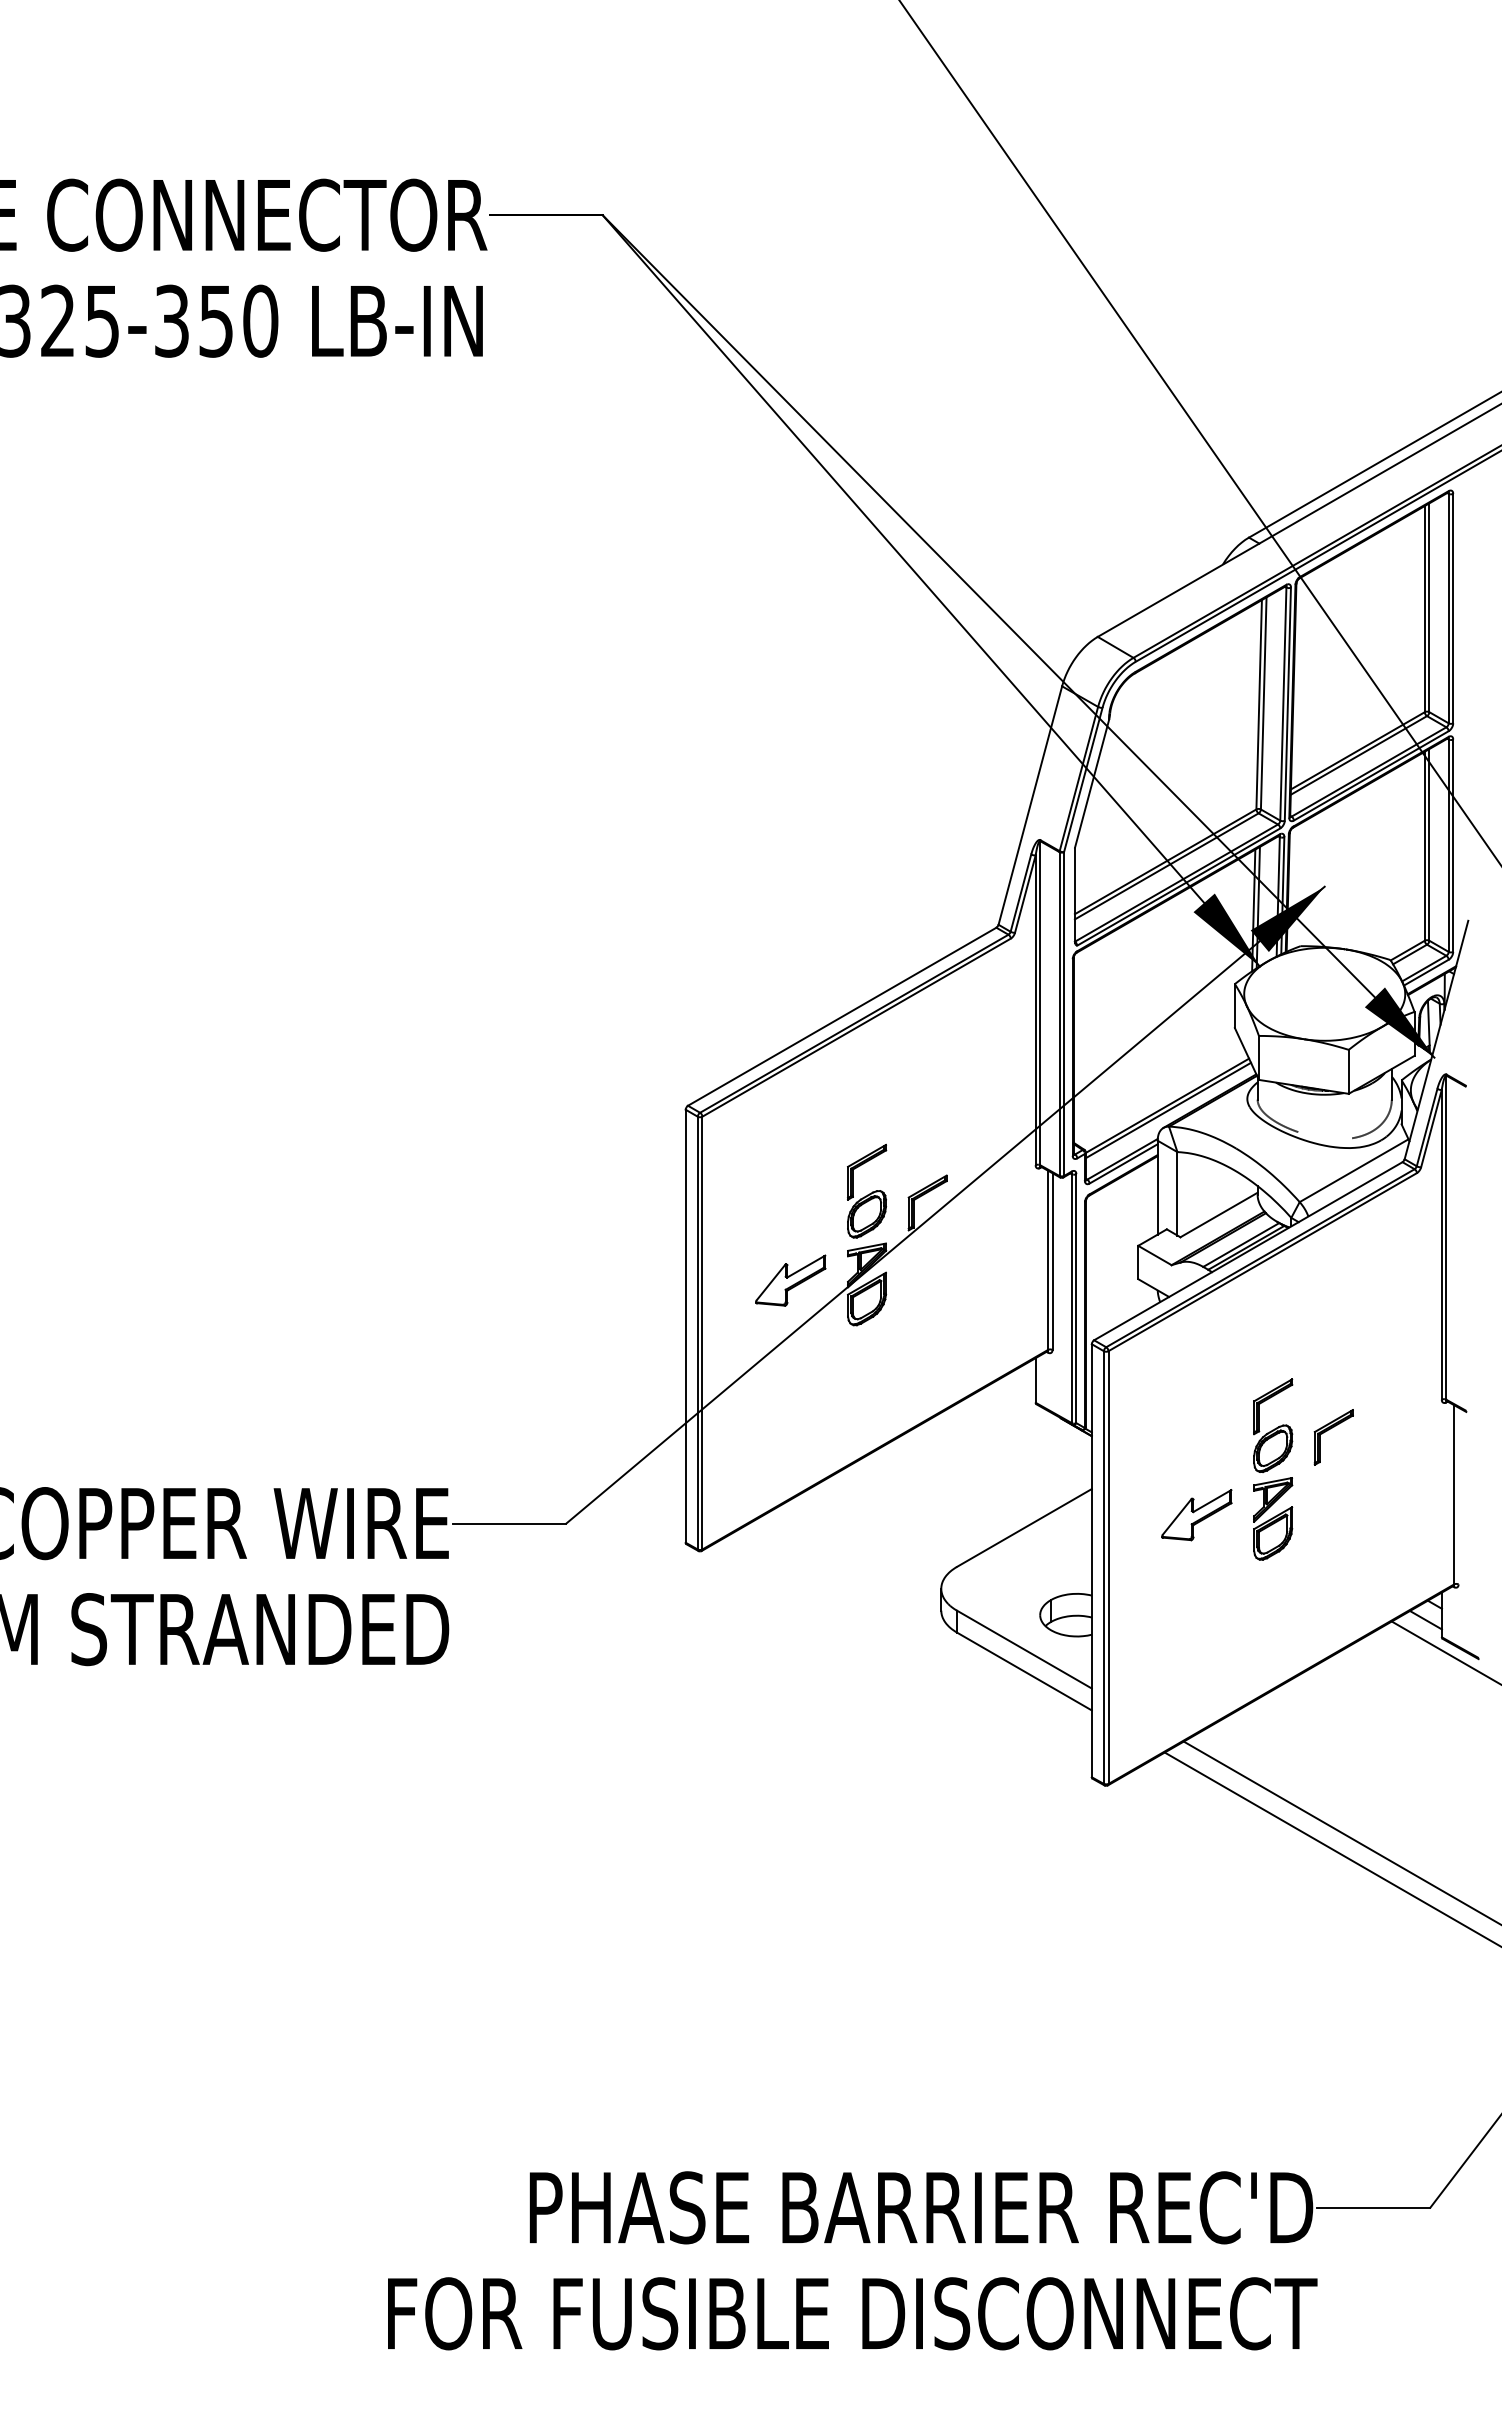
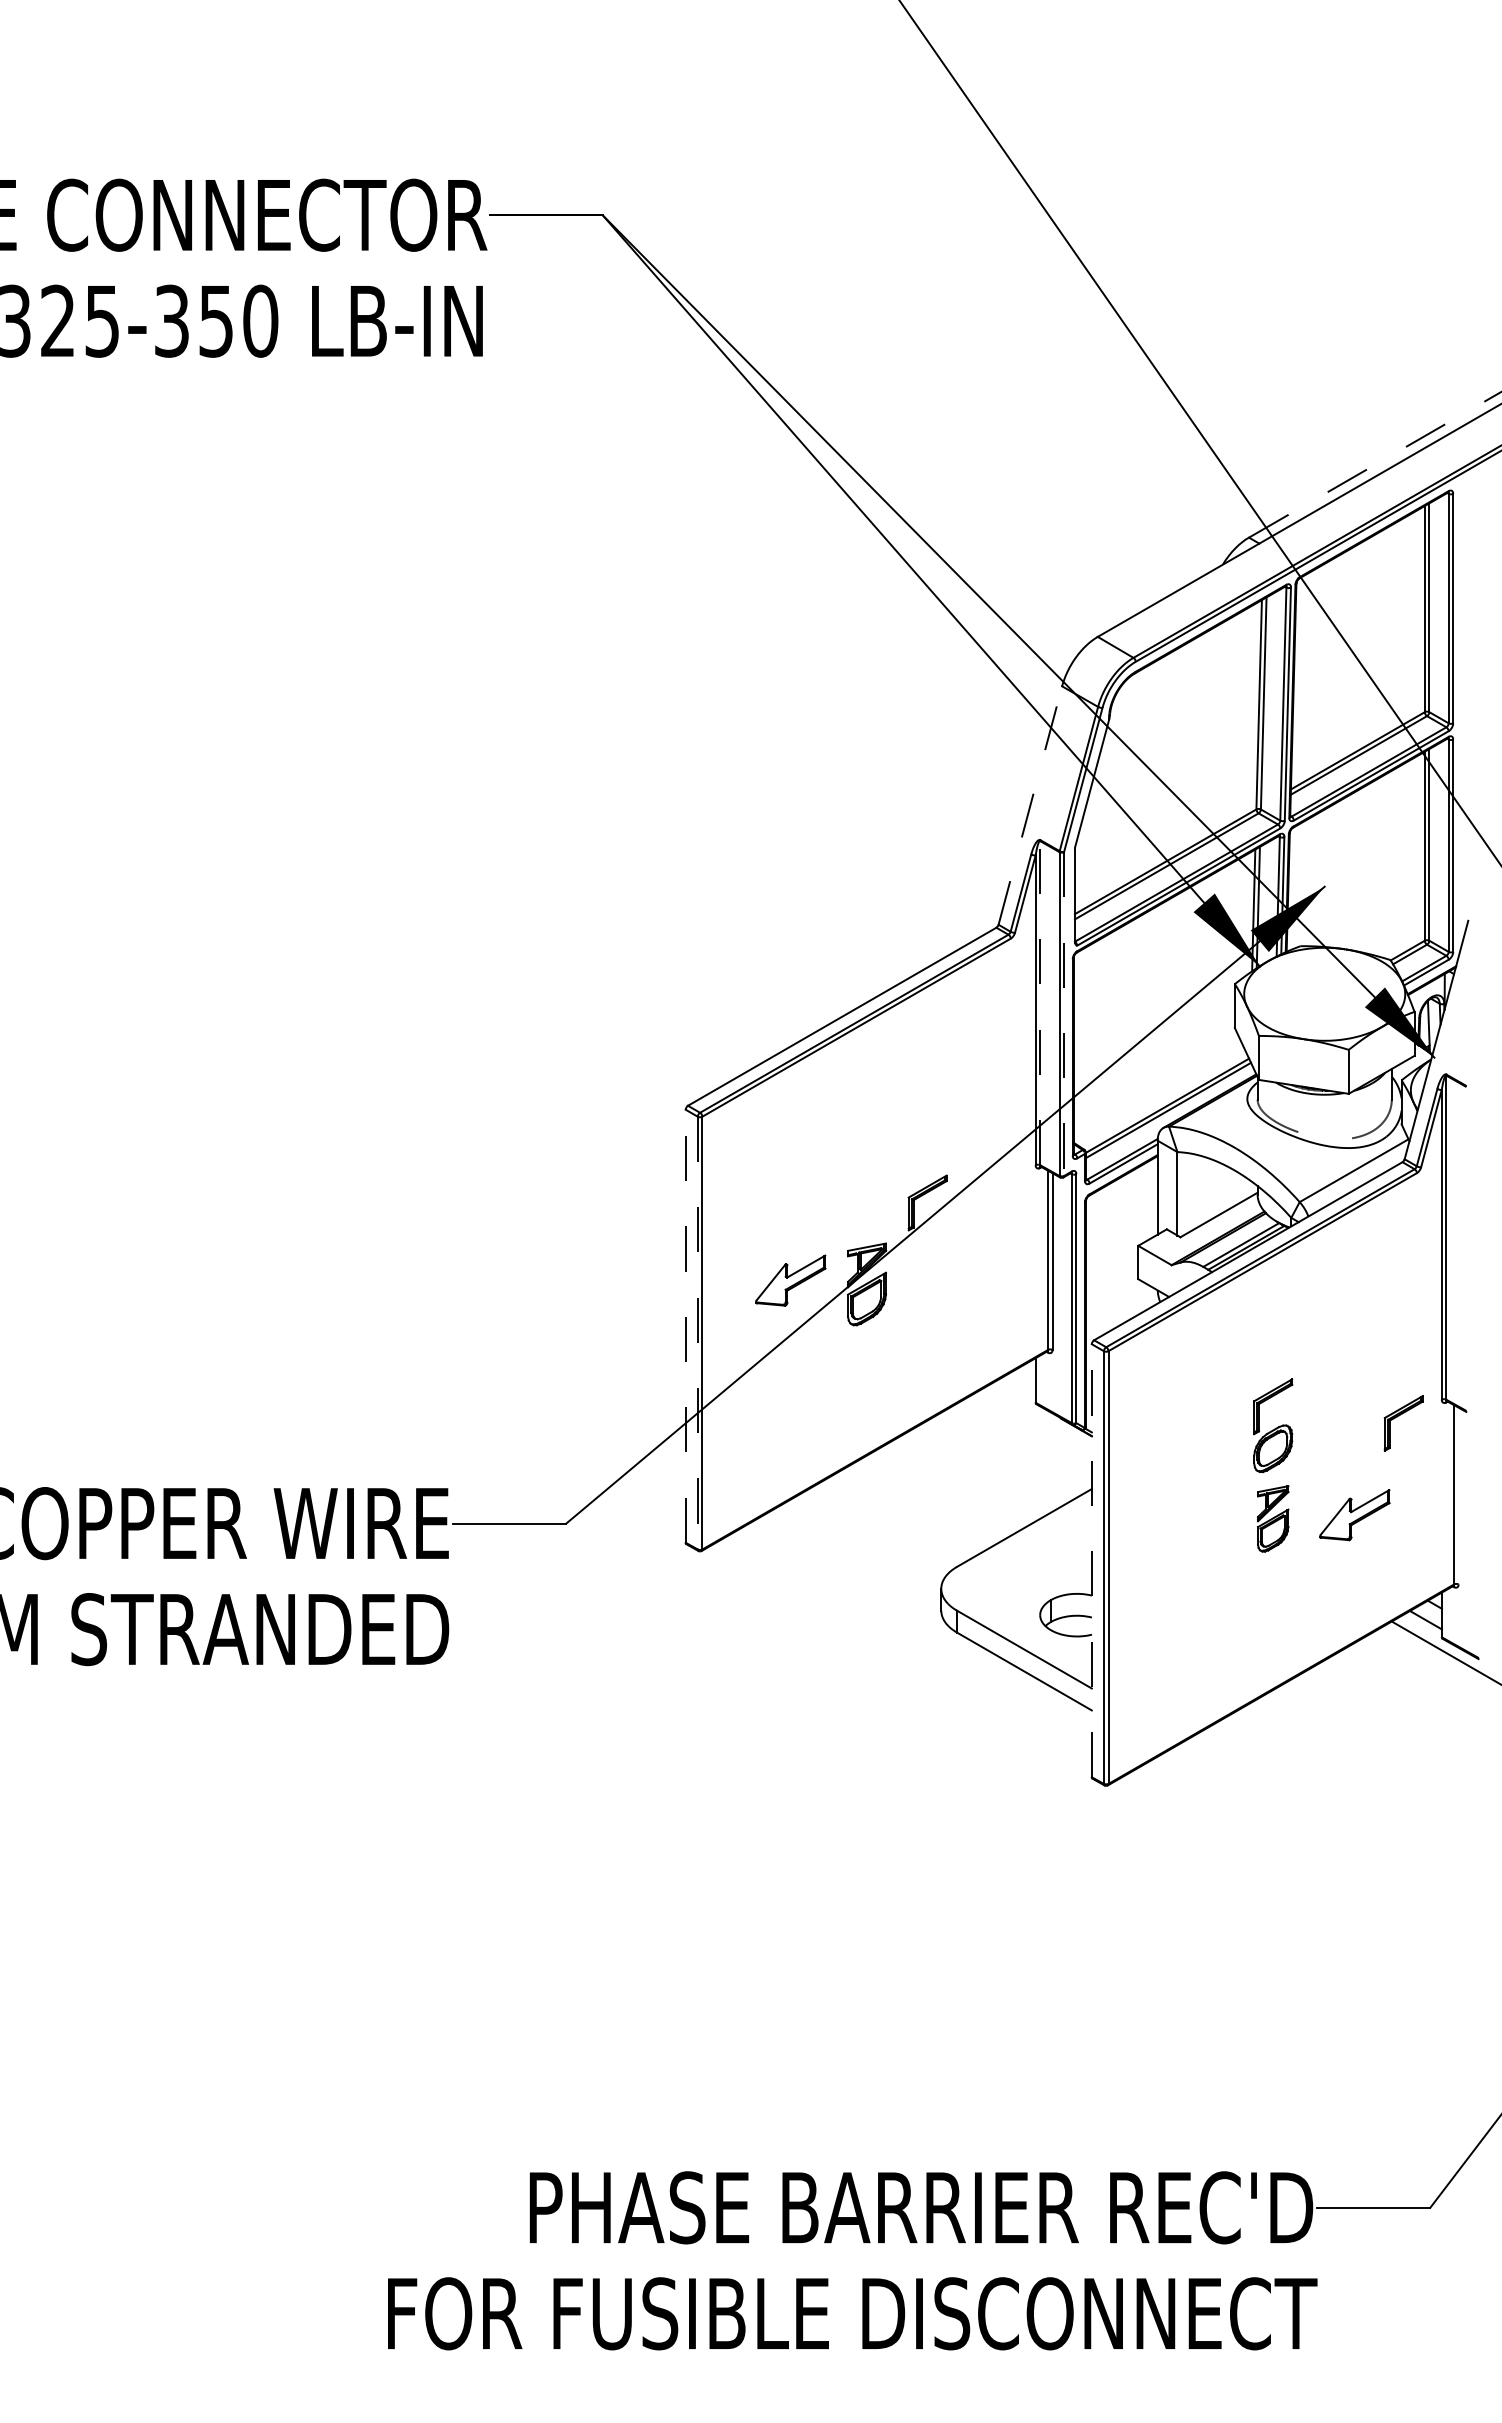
line at (1375, 464): solid -> dashed
line at (1030, 805): solid -> dashed
line at (1040, 1002): solid -> dashed
line at (1064, 1014): solid -> dashed
part at (867, 1190): present -> none
line at (685, 1325): solid -> dashed
line at (697, 1333): solid -> dashed
part at (1329, 1430) position: (1329, 1430) -> (1399, 1416)
part at (1196, 1515) position: (1196, 1515) -> (1354, 1515)
part at (1273, 1518) size: 41x84 px -> 33x68 px
line at (1091, 1560): solid -> dashed
line at (1340, 1832): present -> none
line at (1331, 1848): present -> none
